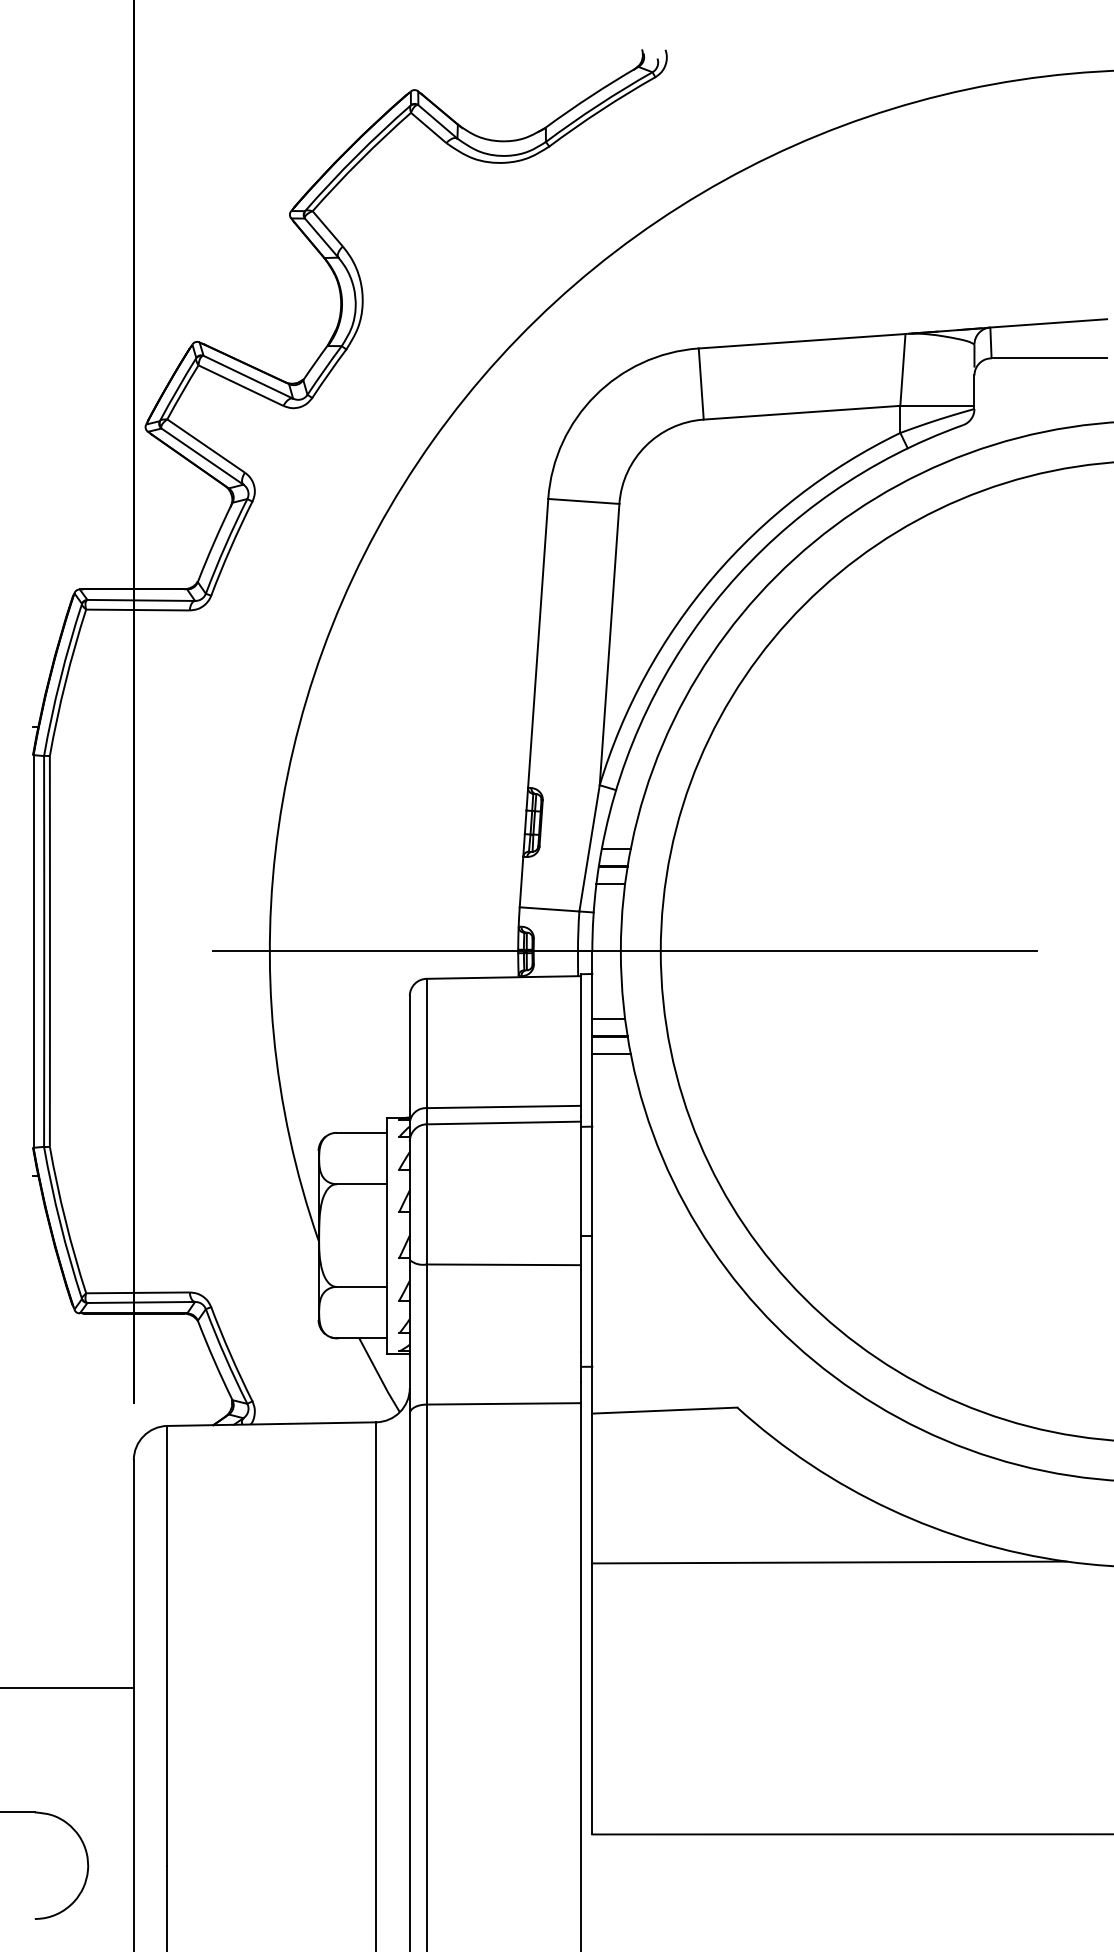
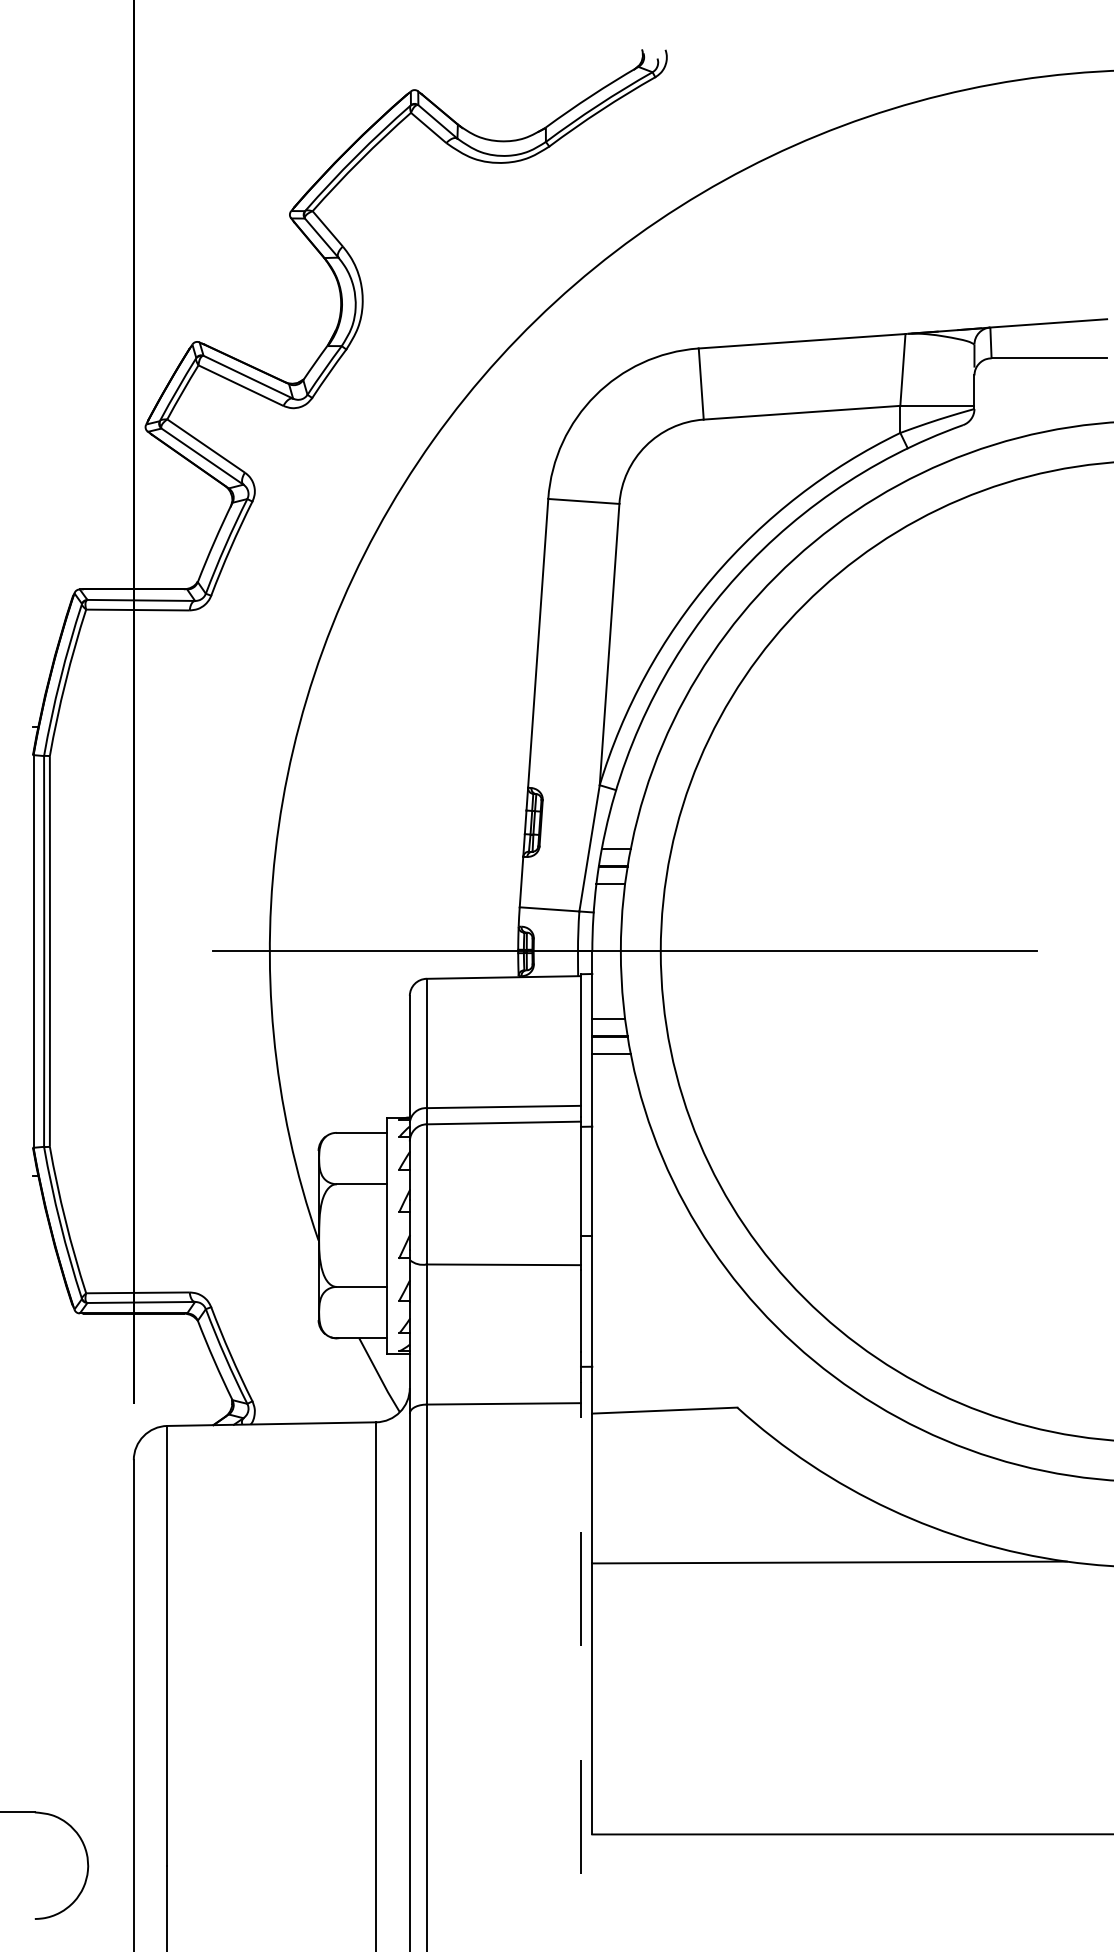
line at (580, 1666): solid -> dashed
line at (67, 1687): present -> none
